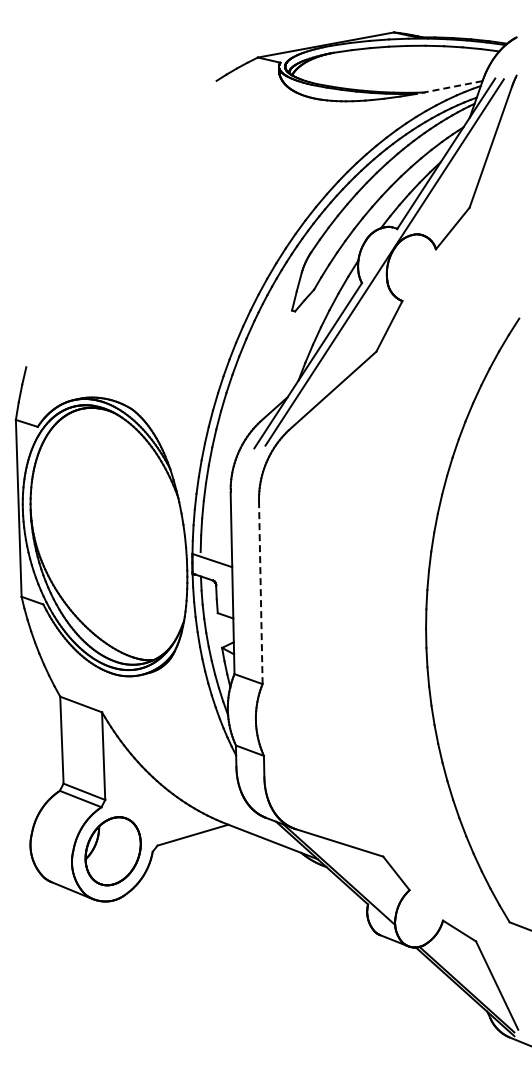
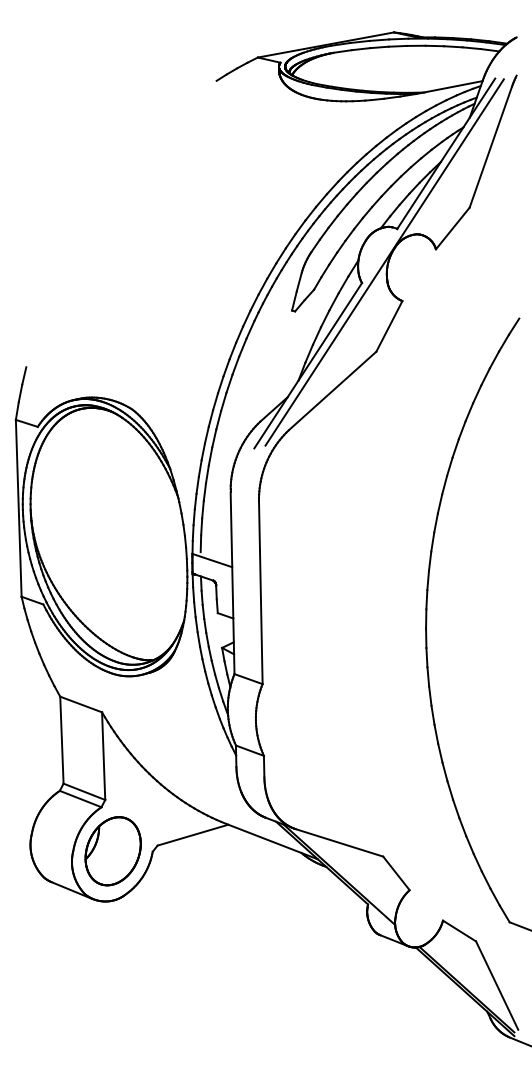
line at (449, 87): dashed -> solid
line at (260, 592): dashed -> solid
